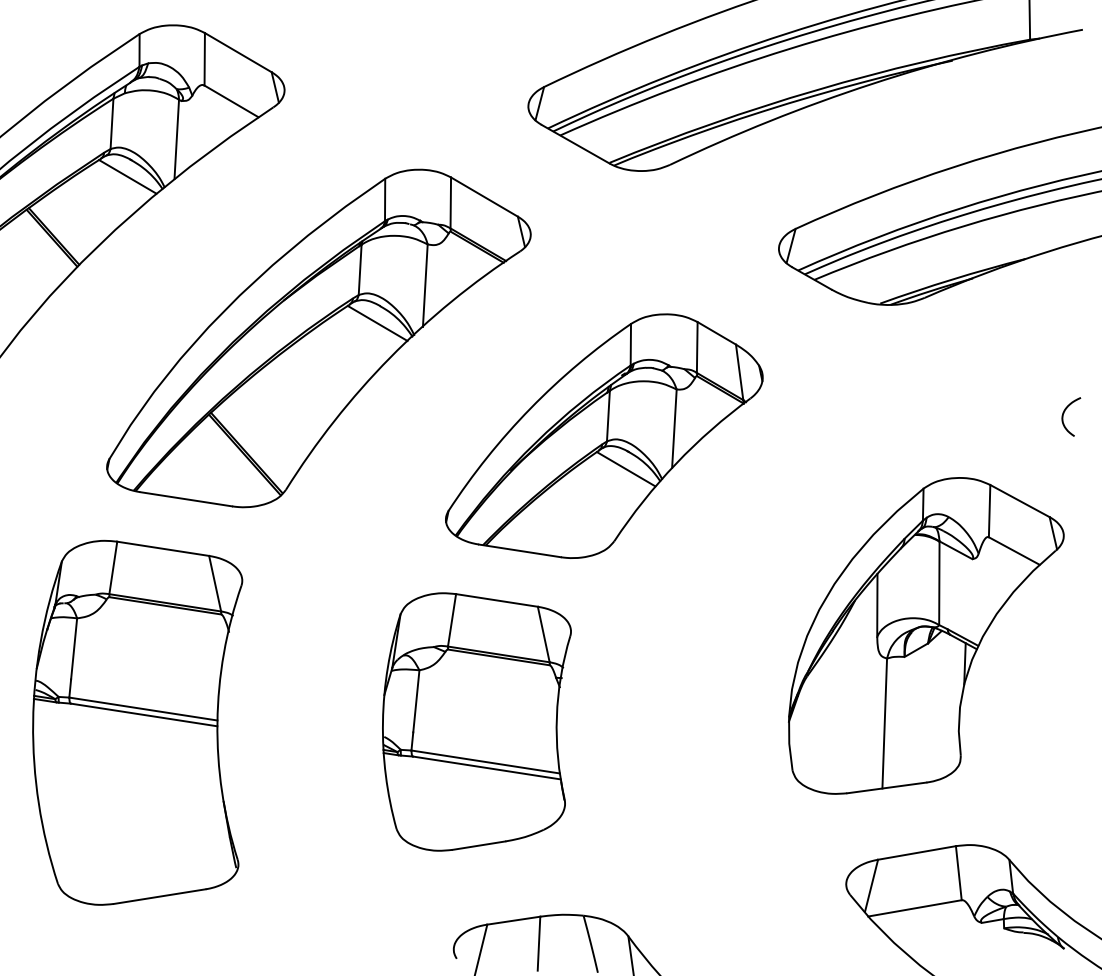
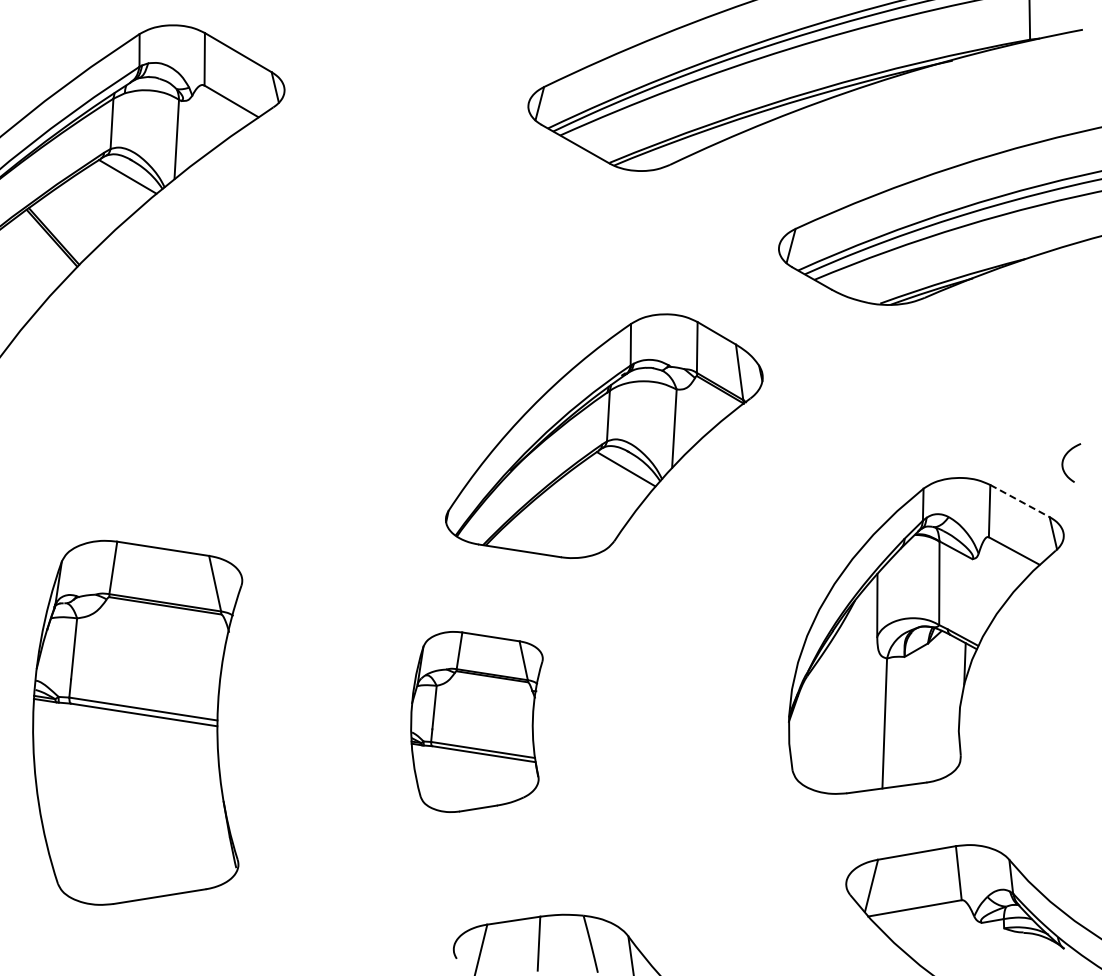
part at (318, 338): present -> none
curve at (1064, 413) position: (1064, 413) -> (1064, 459)
line at (1019, 501): solid -> dashed
part at (476, 721) size: 190x260 px -> 134x182 px
